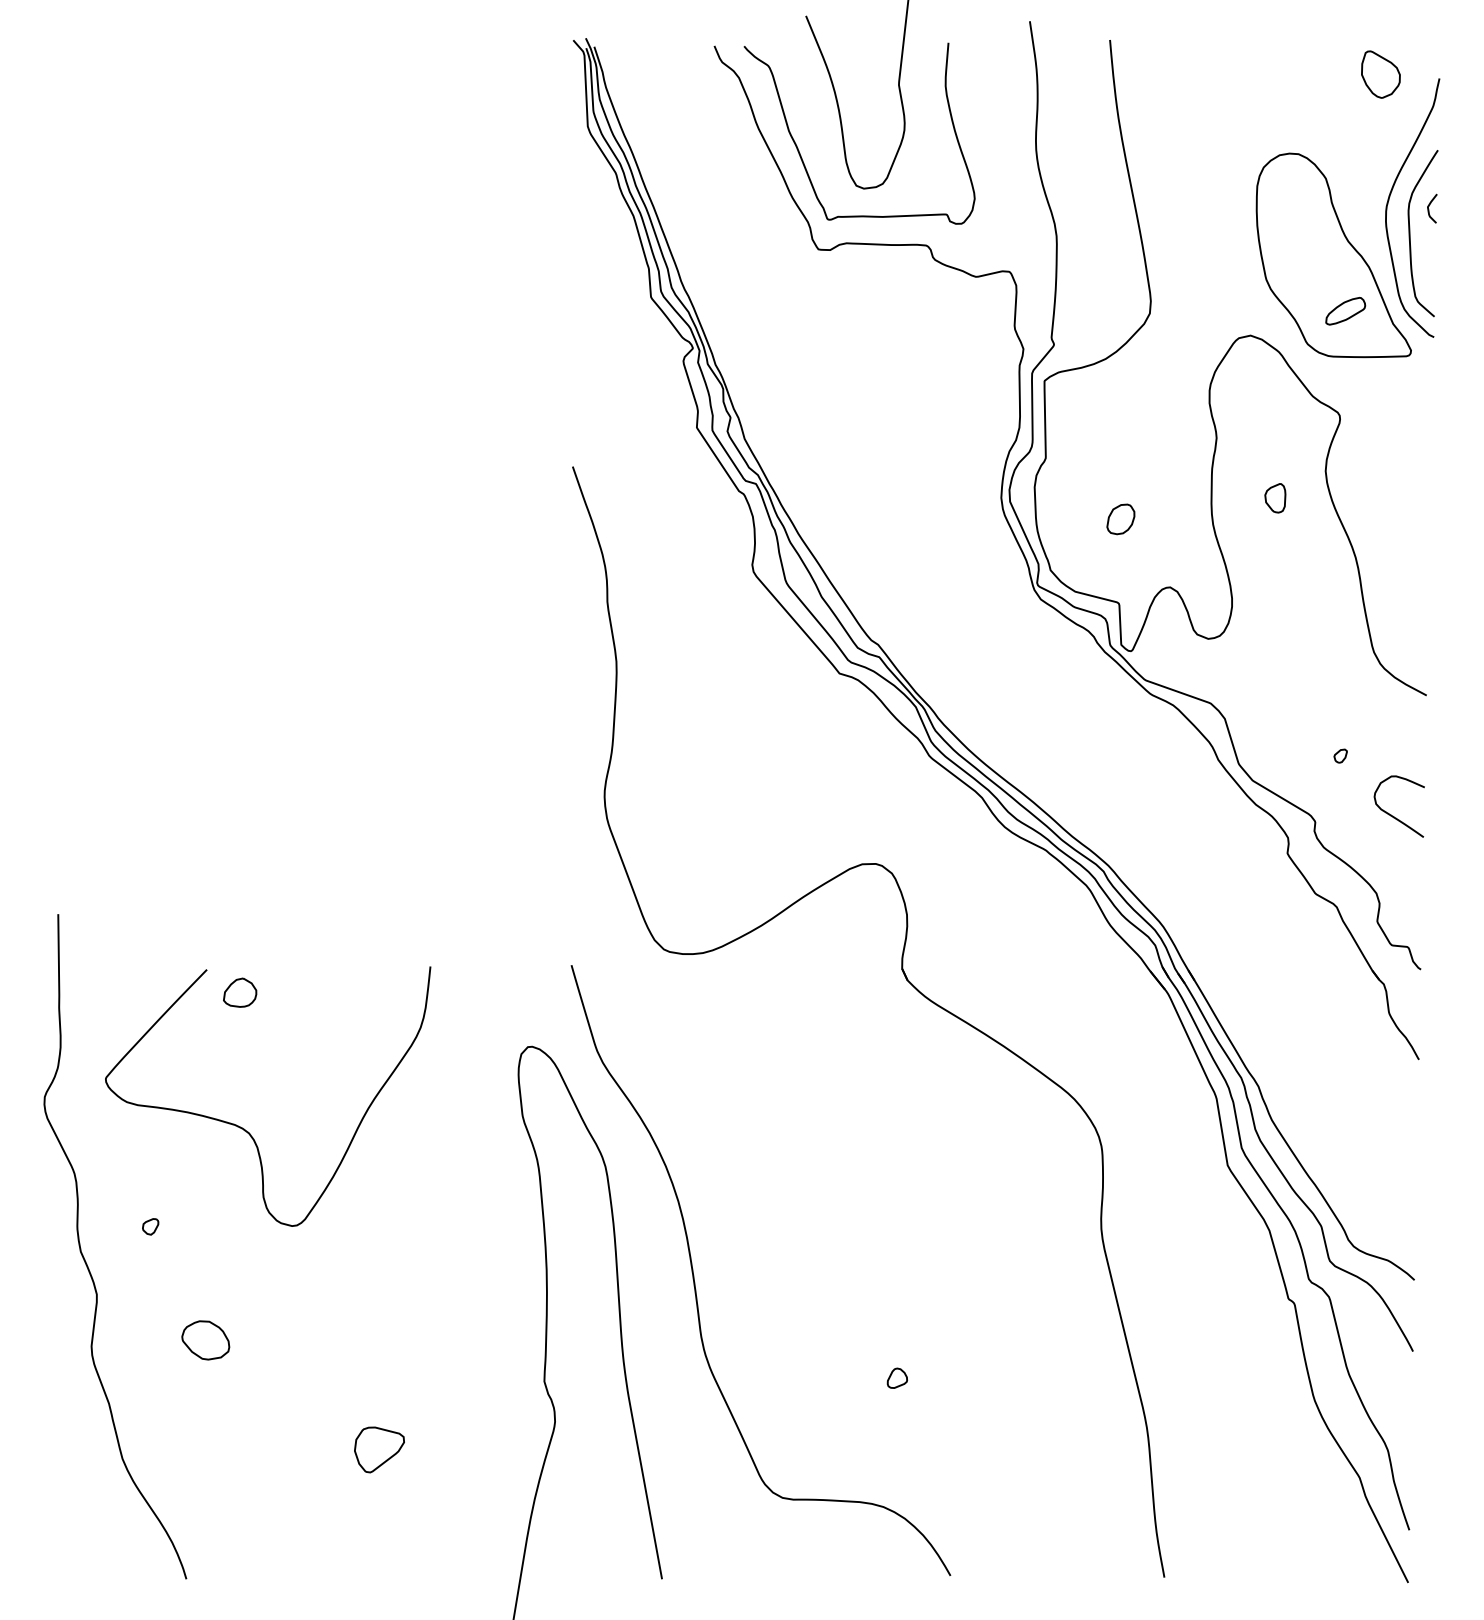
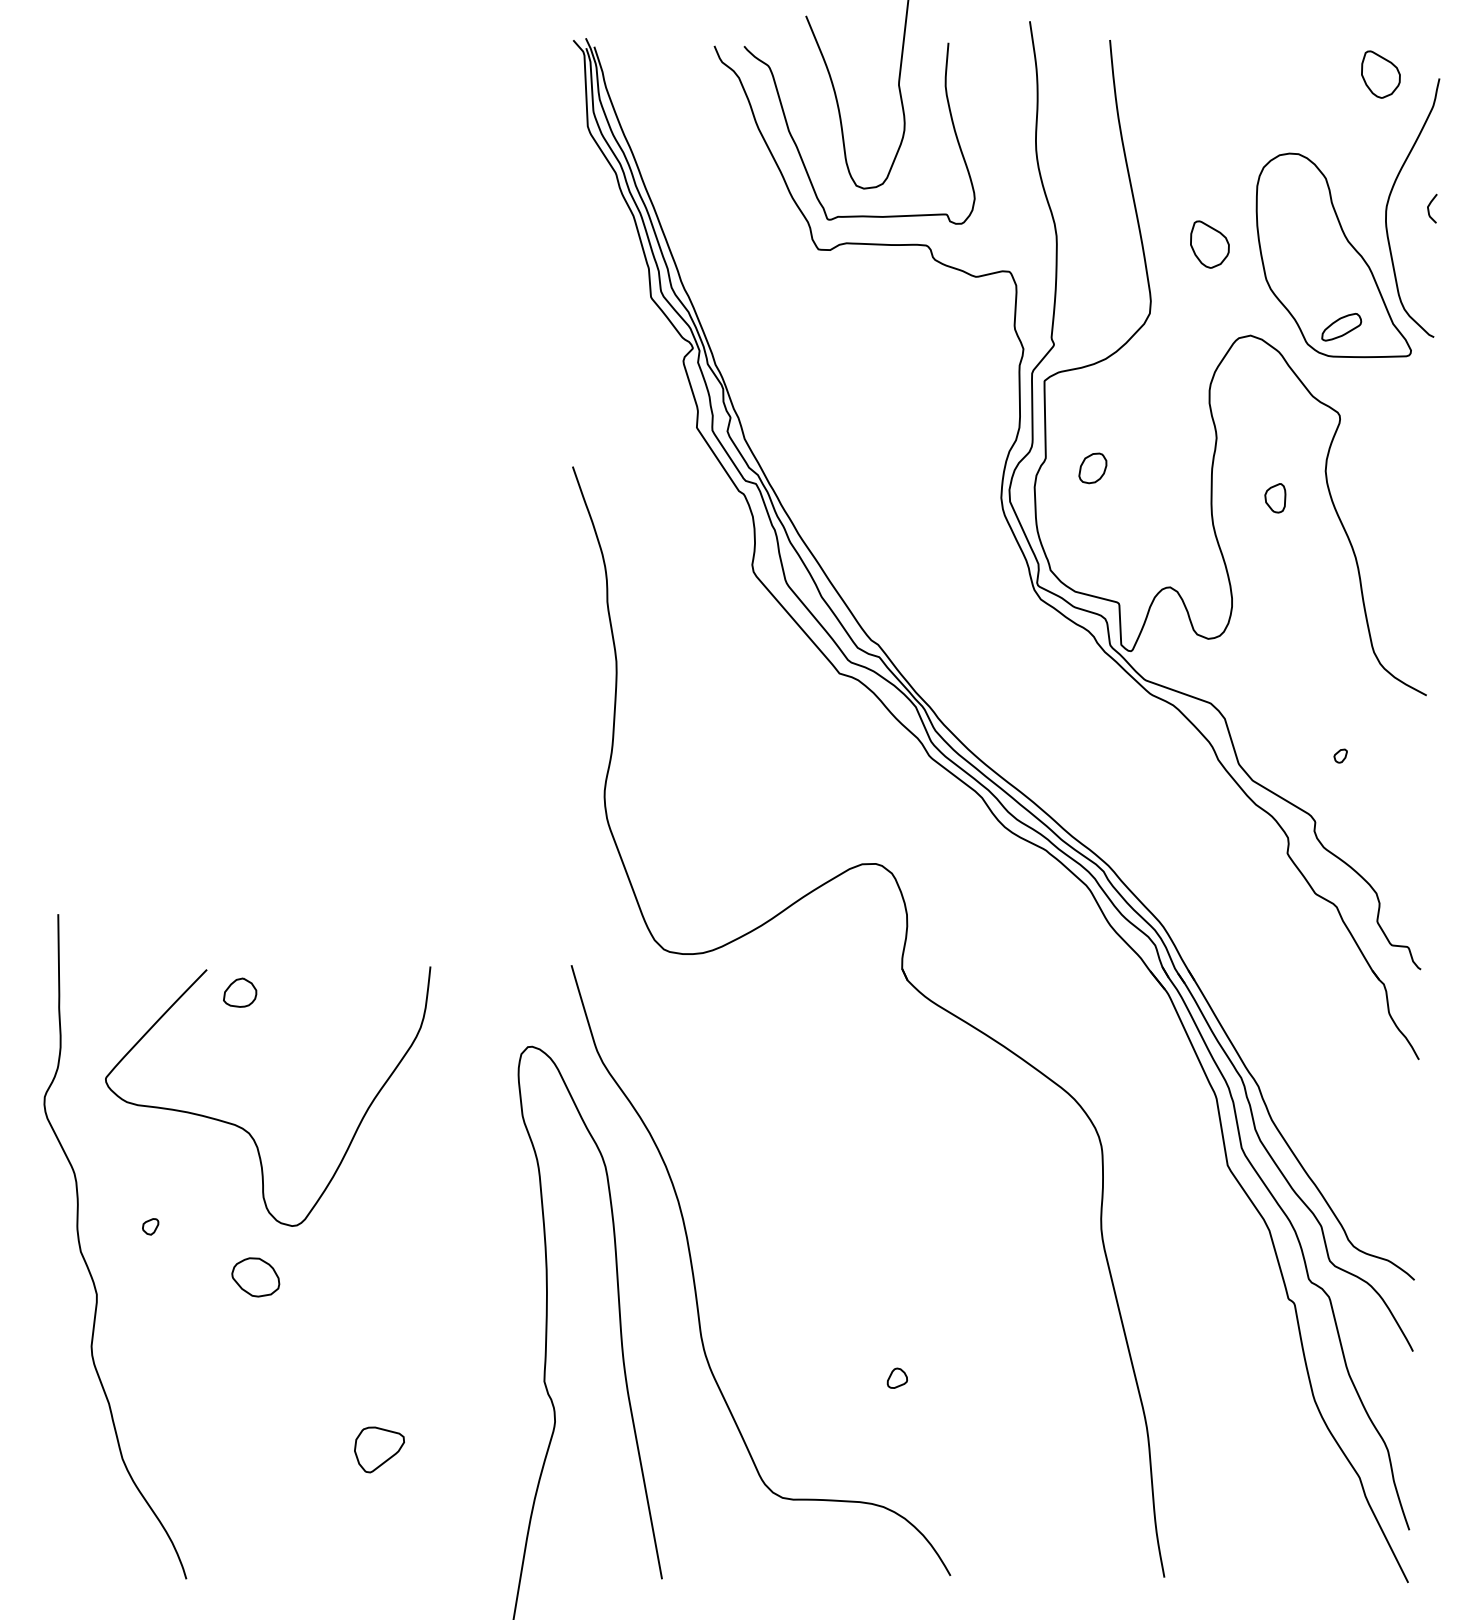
curve at (1410, 233): present -> none
part at (1209, 244): none -> present
part at (1345, 311) position: (1345, 311) -> (1341, 327)
part at (1120, 519) position: (1120, 519) -> (1092, 468)
curve at (1391, 814): present -> none
part at (205, 1340) position: (205, 1340) -> (255, 1277)
